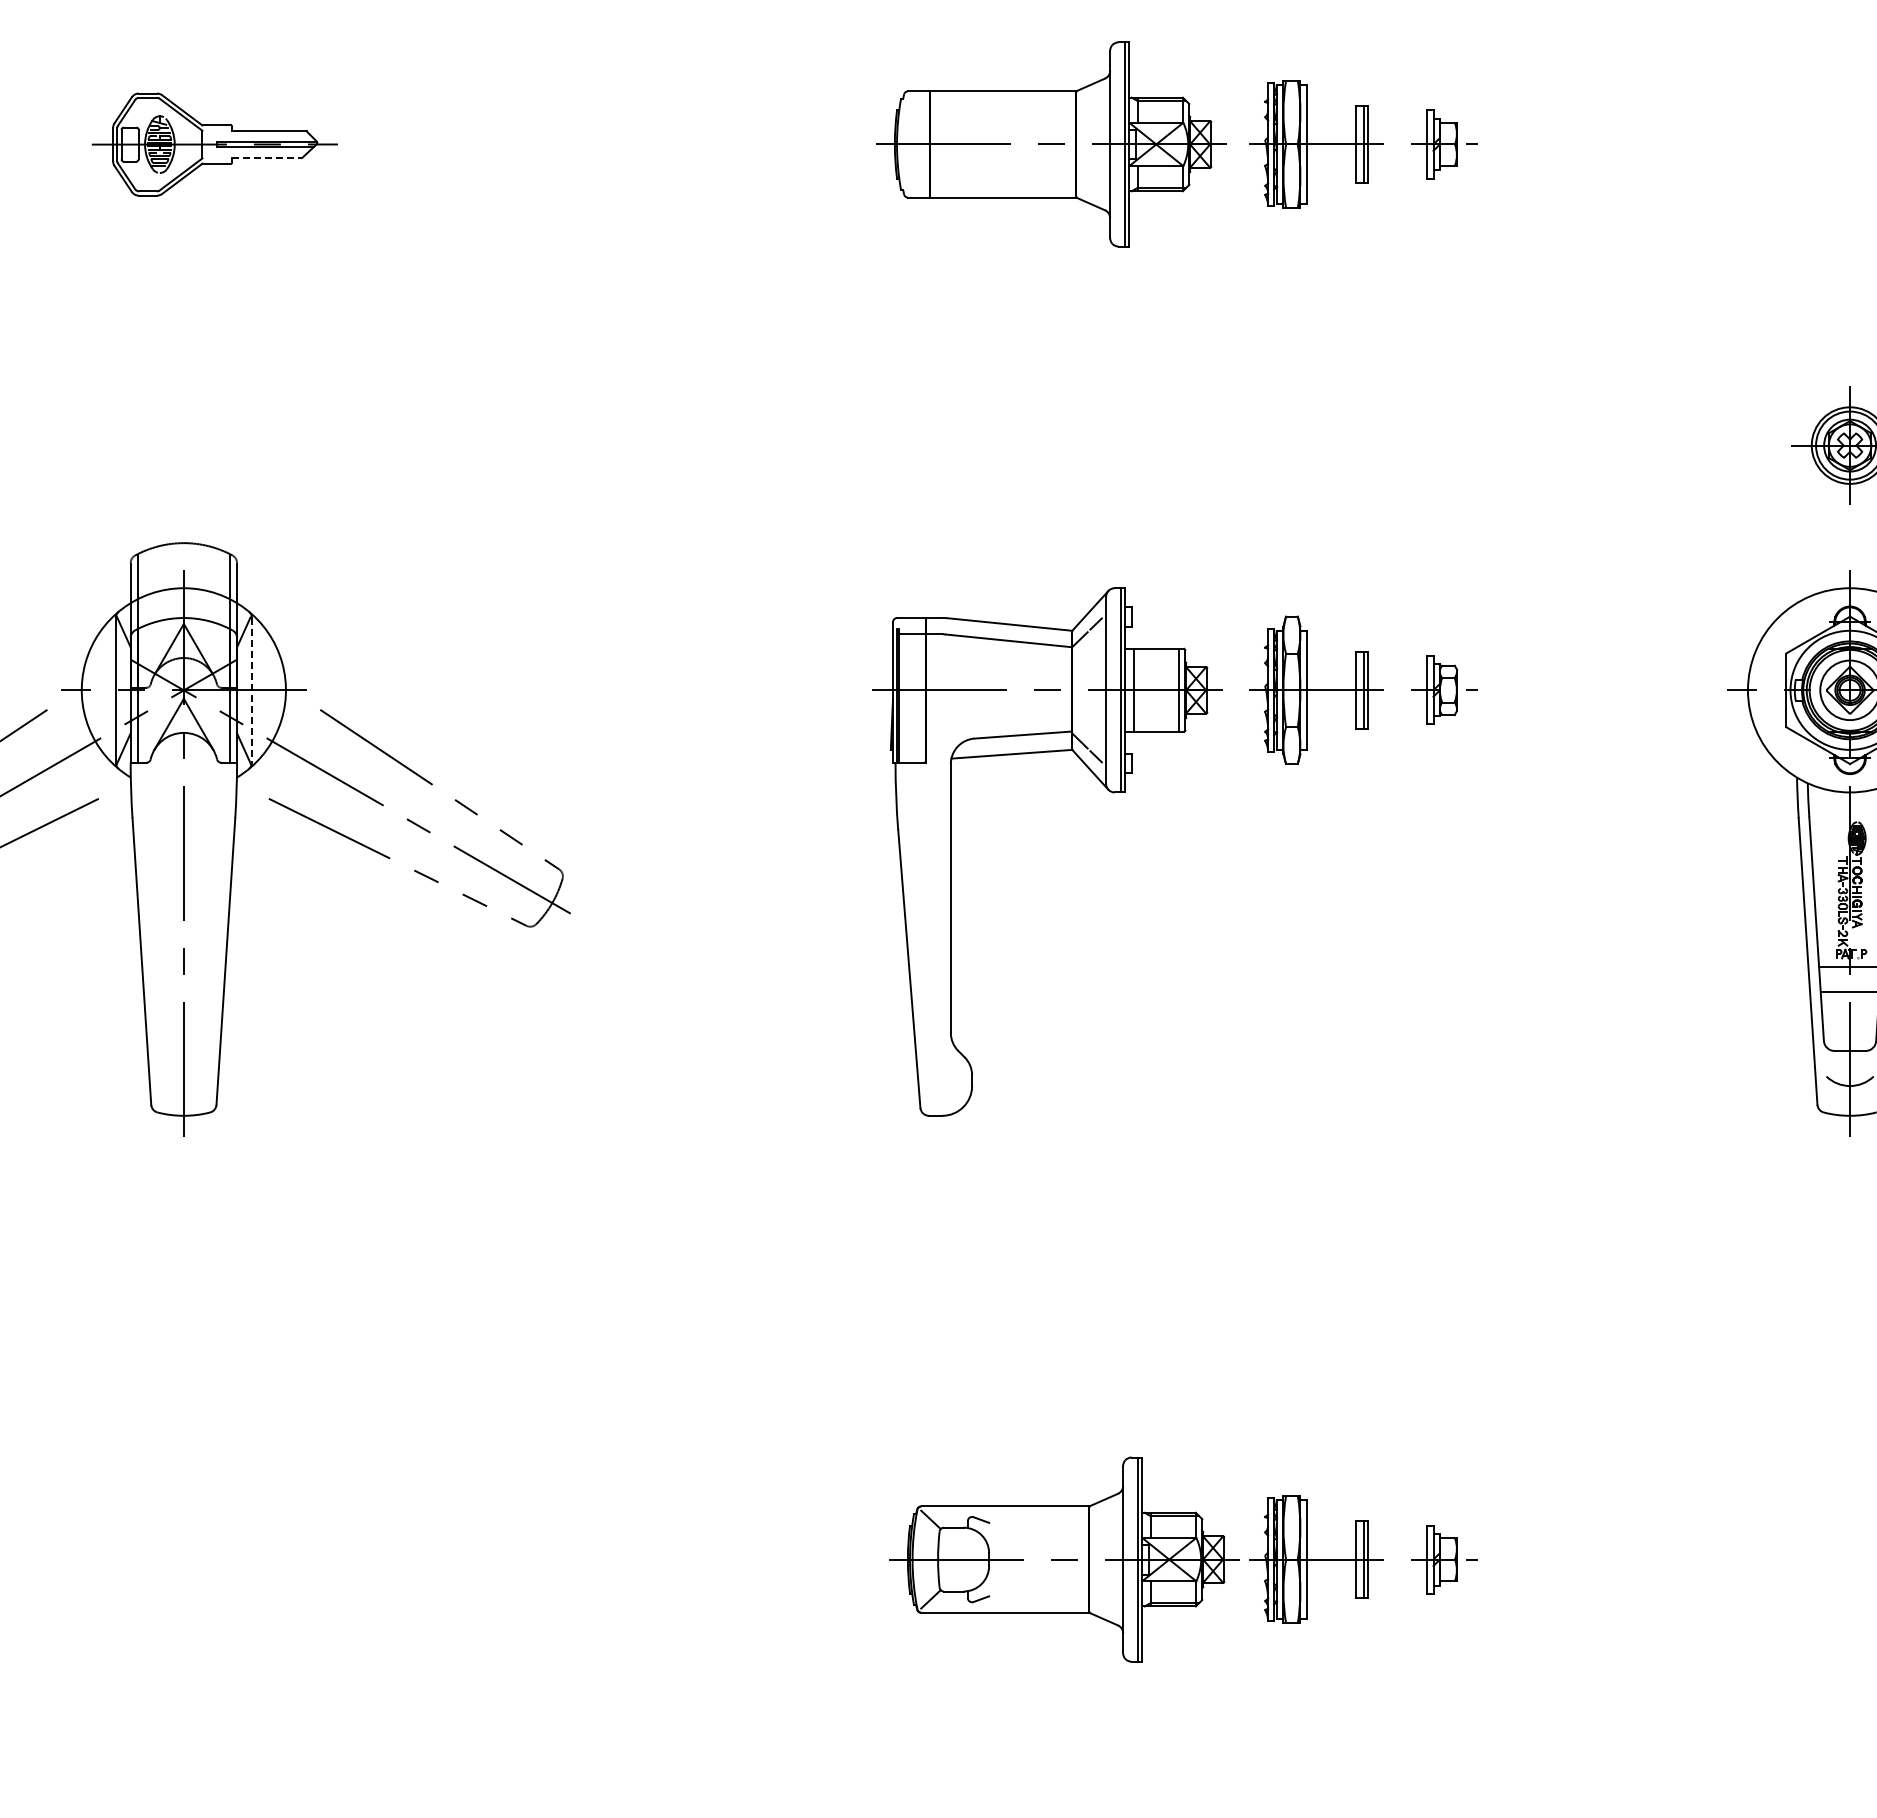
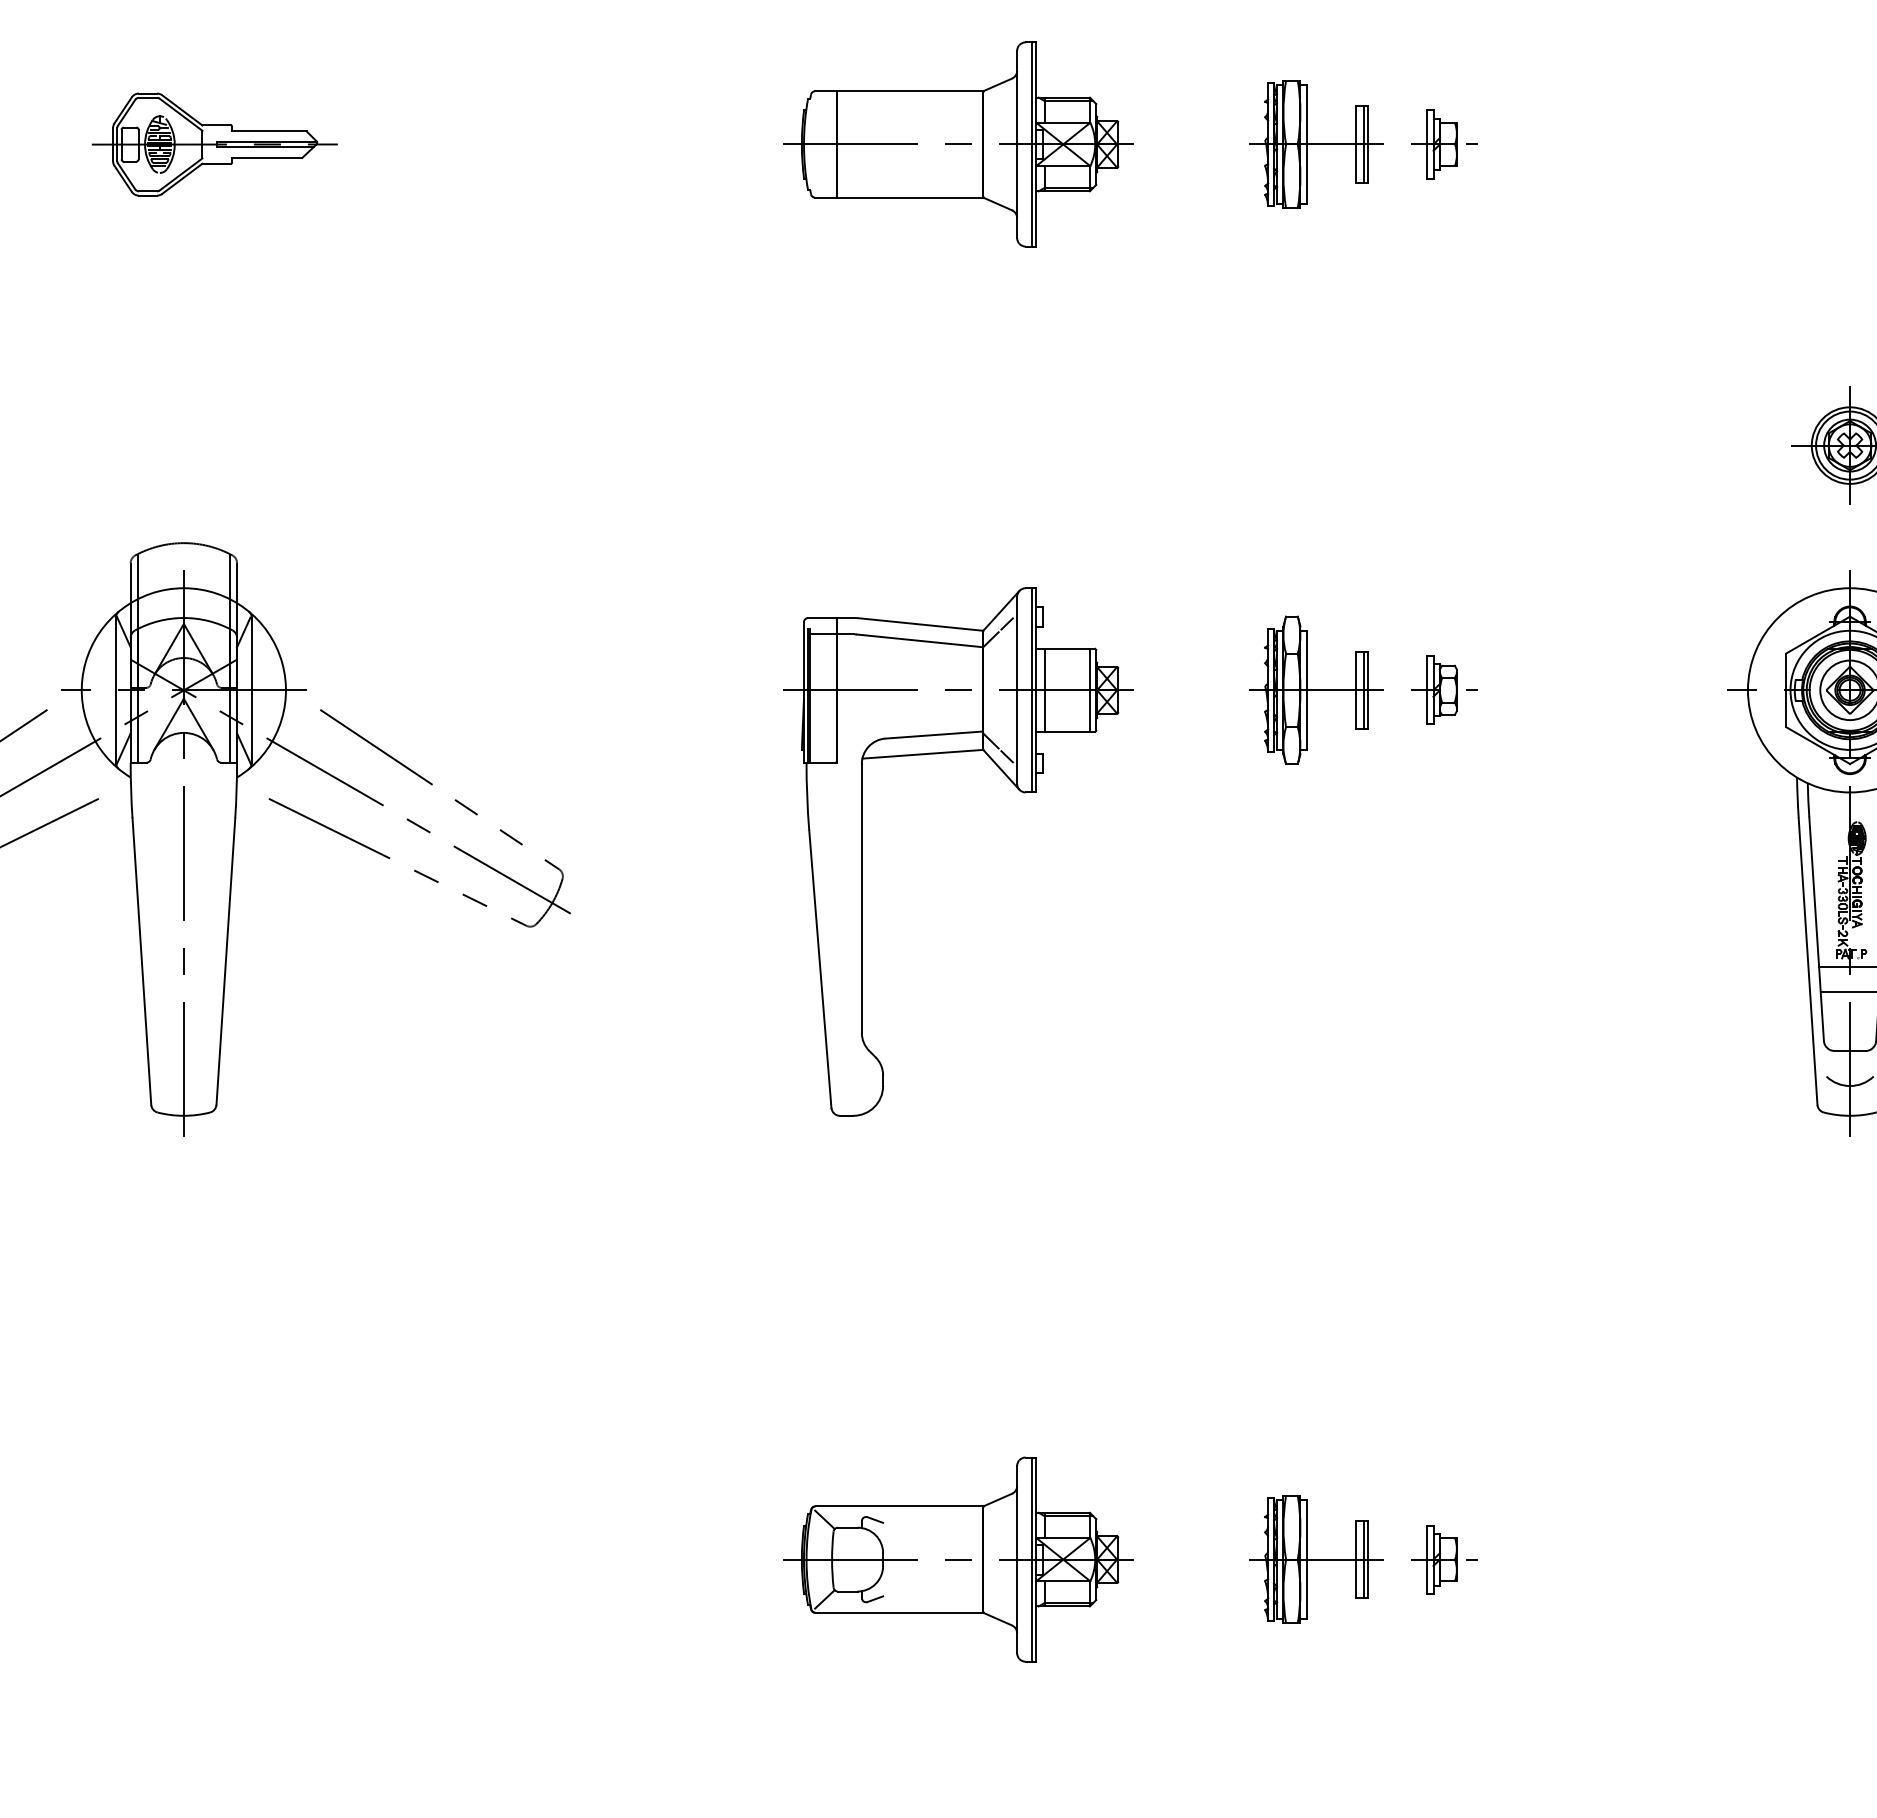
part at (1051, 144) position: (1051, 144) -> (958, 144)
line at (267, 157): dashed -> solid
line at (251, 690): dashed -> solid
part at (1107, 790) position: (1107, 790) -> (1018, 790)
part at (1064, 1559) position: (1064, 1559) -> (958, 1559)
